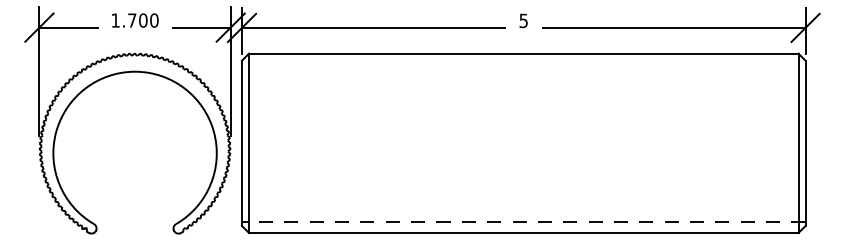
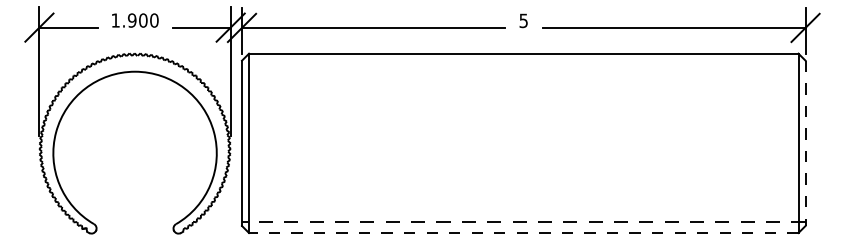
text at (132, 20): 1.700 -> 1.900
line at (805, 143): solid -> dashed
line at (523, 233): solid -> dashed
